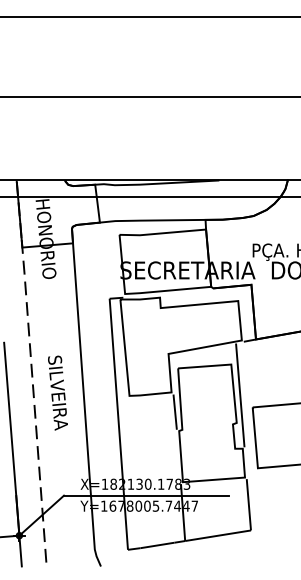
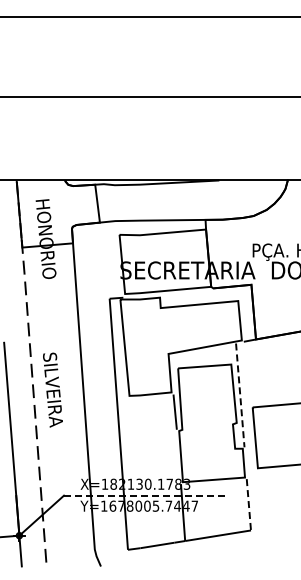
line at (149, 196): present -> none
text at (57, 392) position: (57, 392) -> (52, 389)
line at (240, 395): solid -> dashed
line at (147, 495): solid -> dashed
line at (248, 504): solid -> dashed
